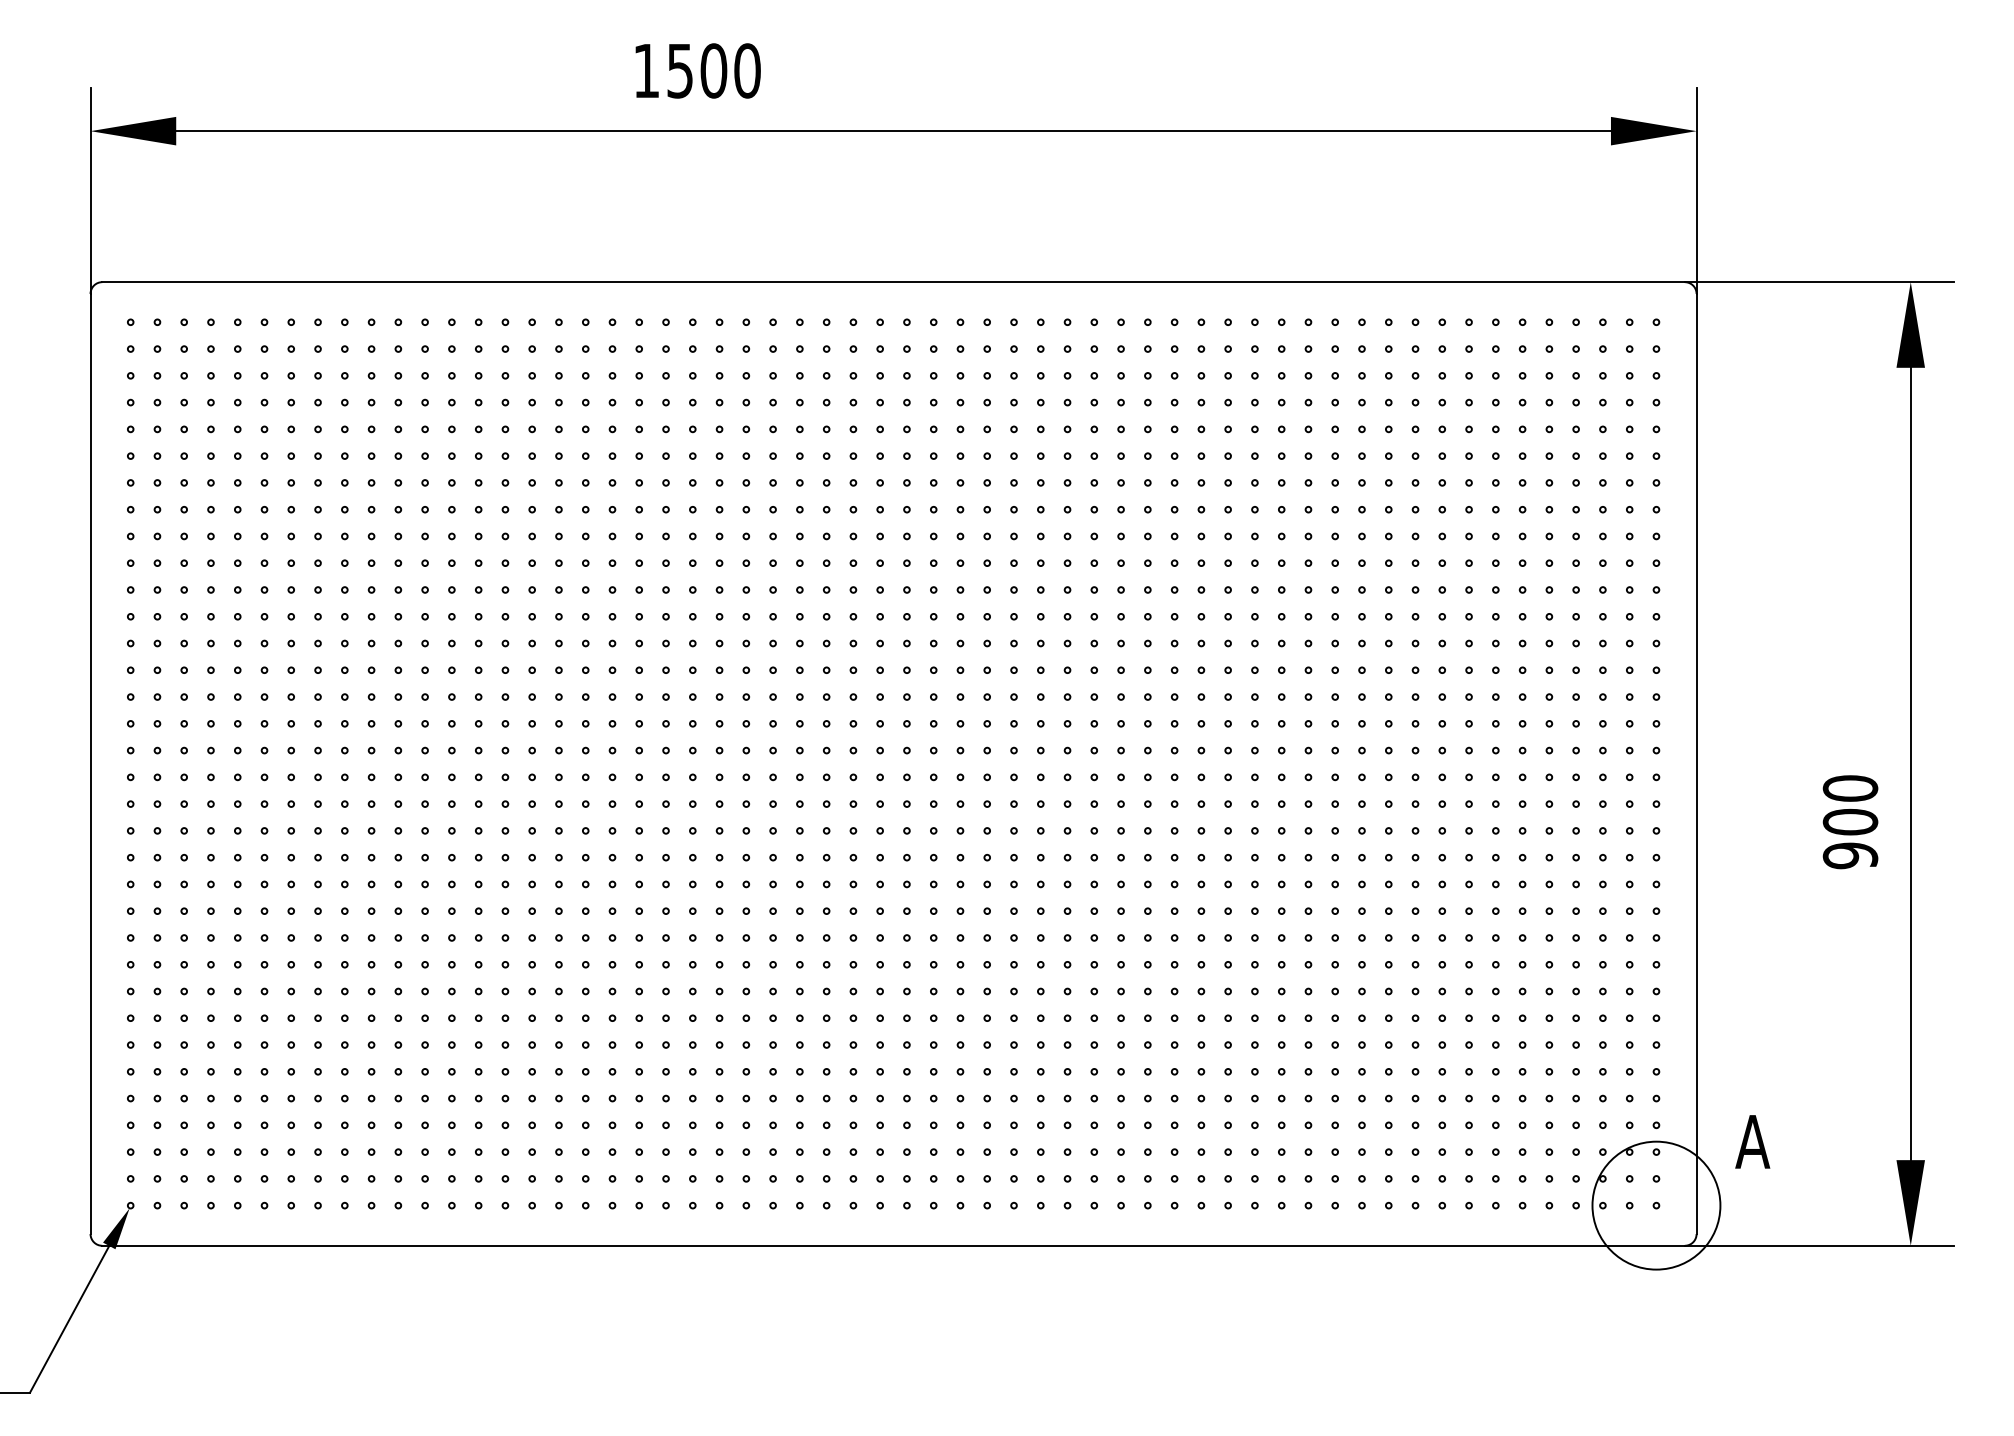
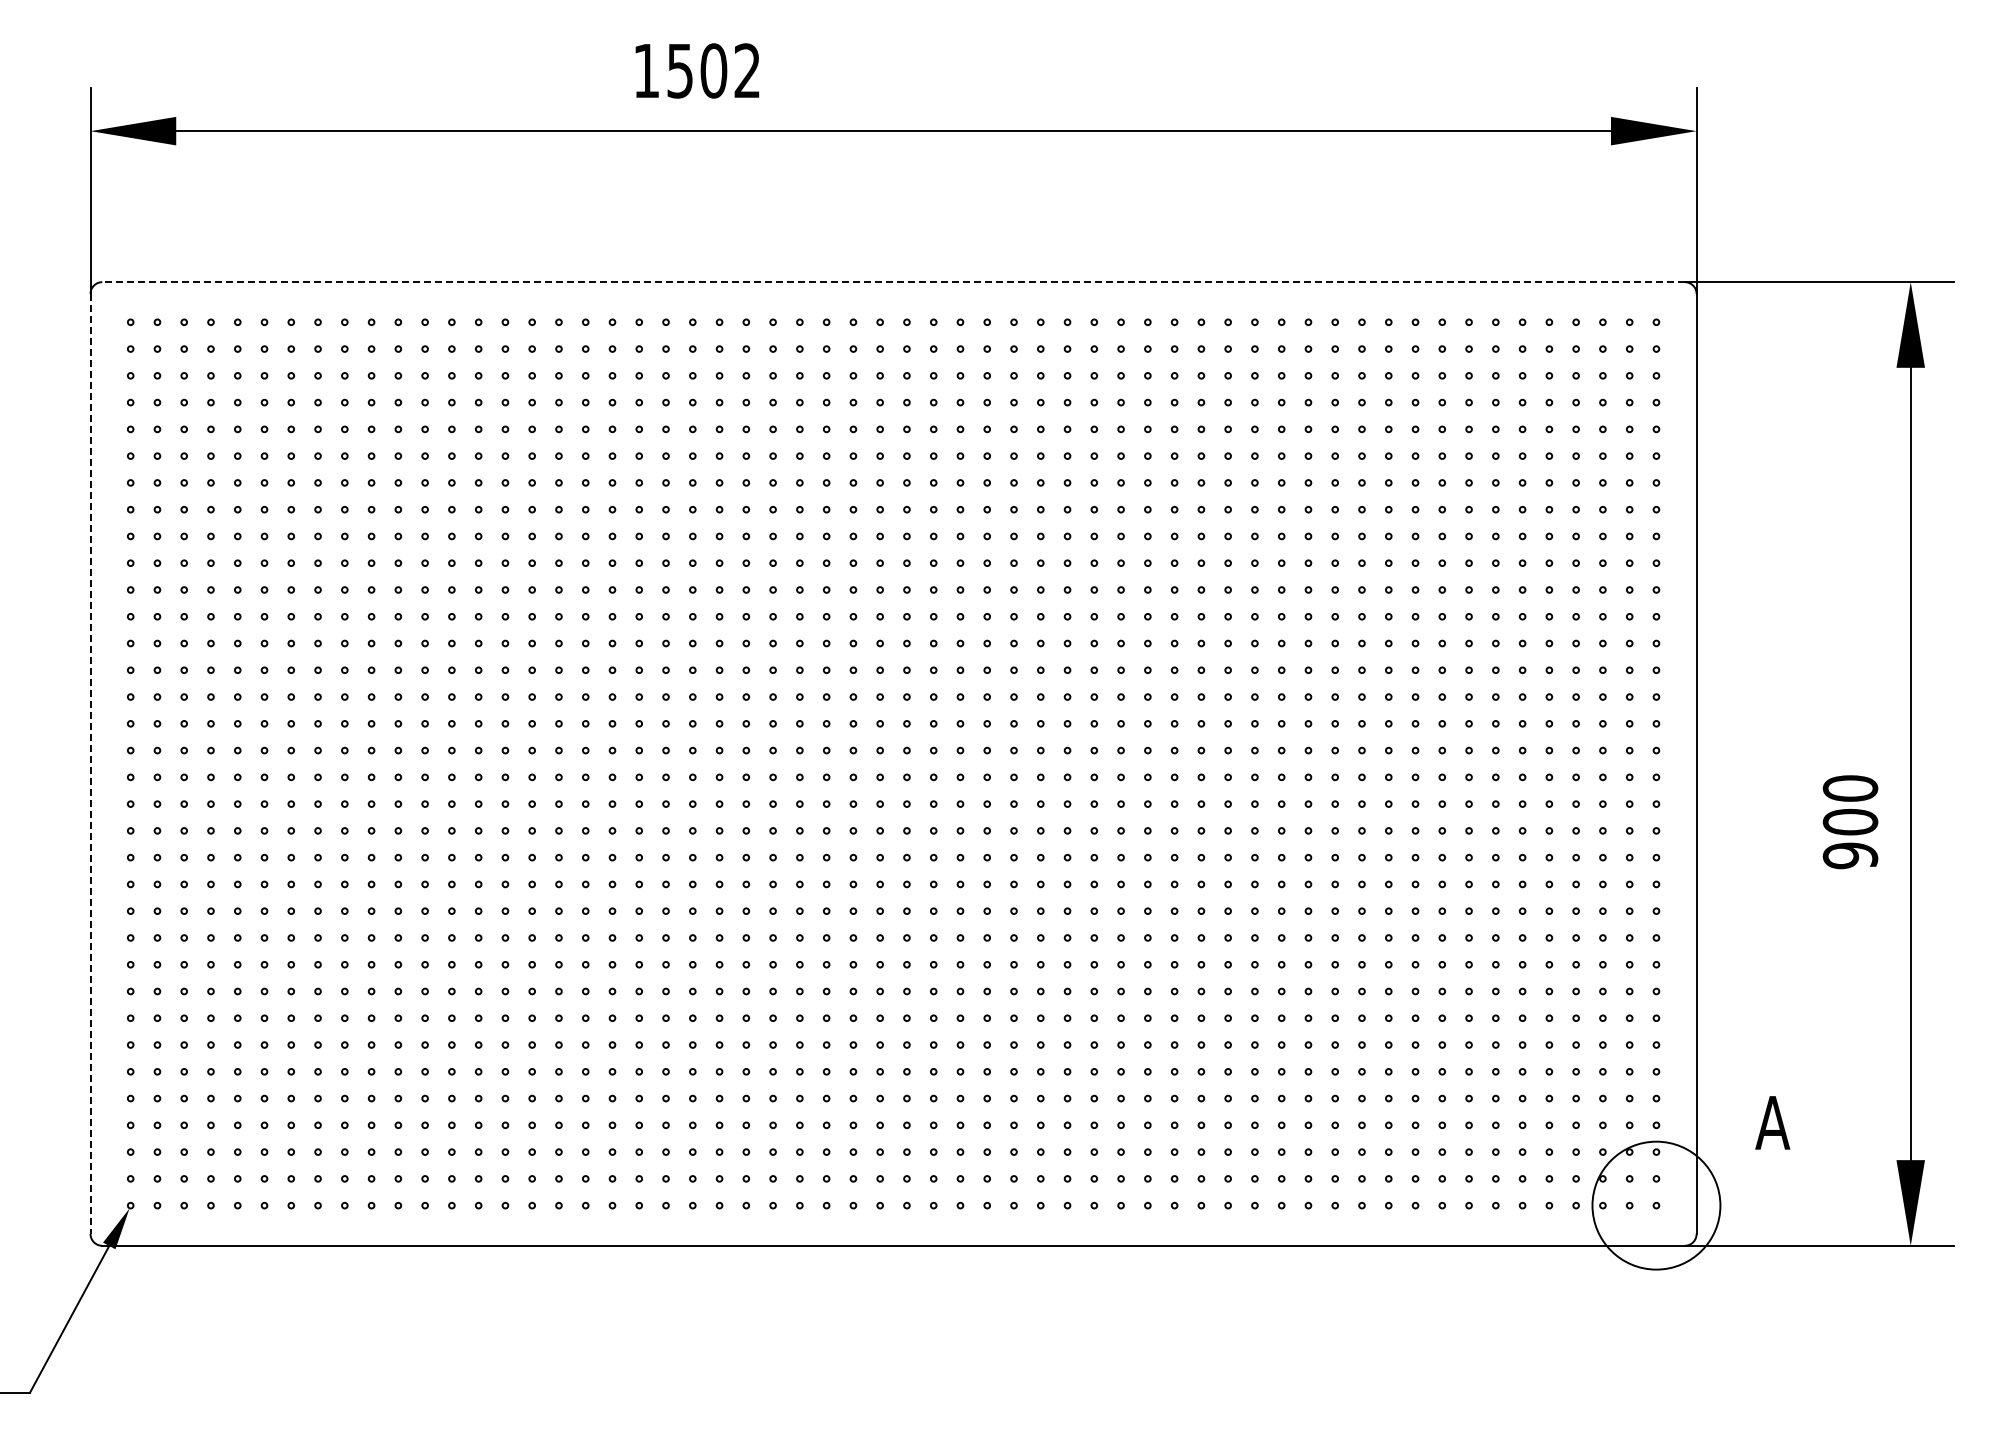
text at (747, 70): 1500 -> 1502
line at (893, 282): solid -> dashed
line at (90, 764): solid -> dashed
text at (1752, 1141) position: (1752, 1141) -> (1772, 1122)
